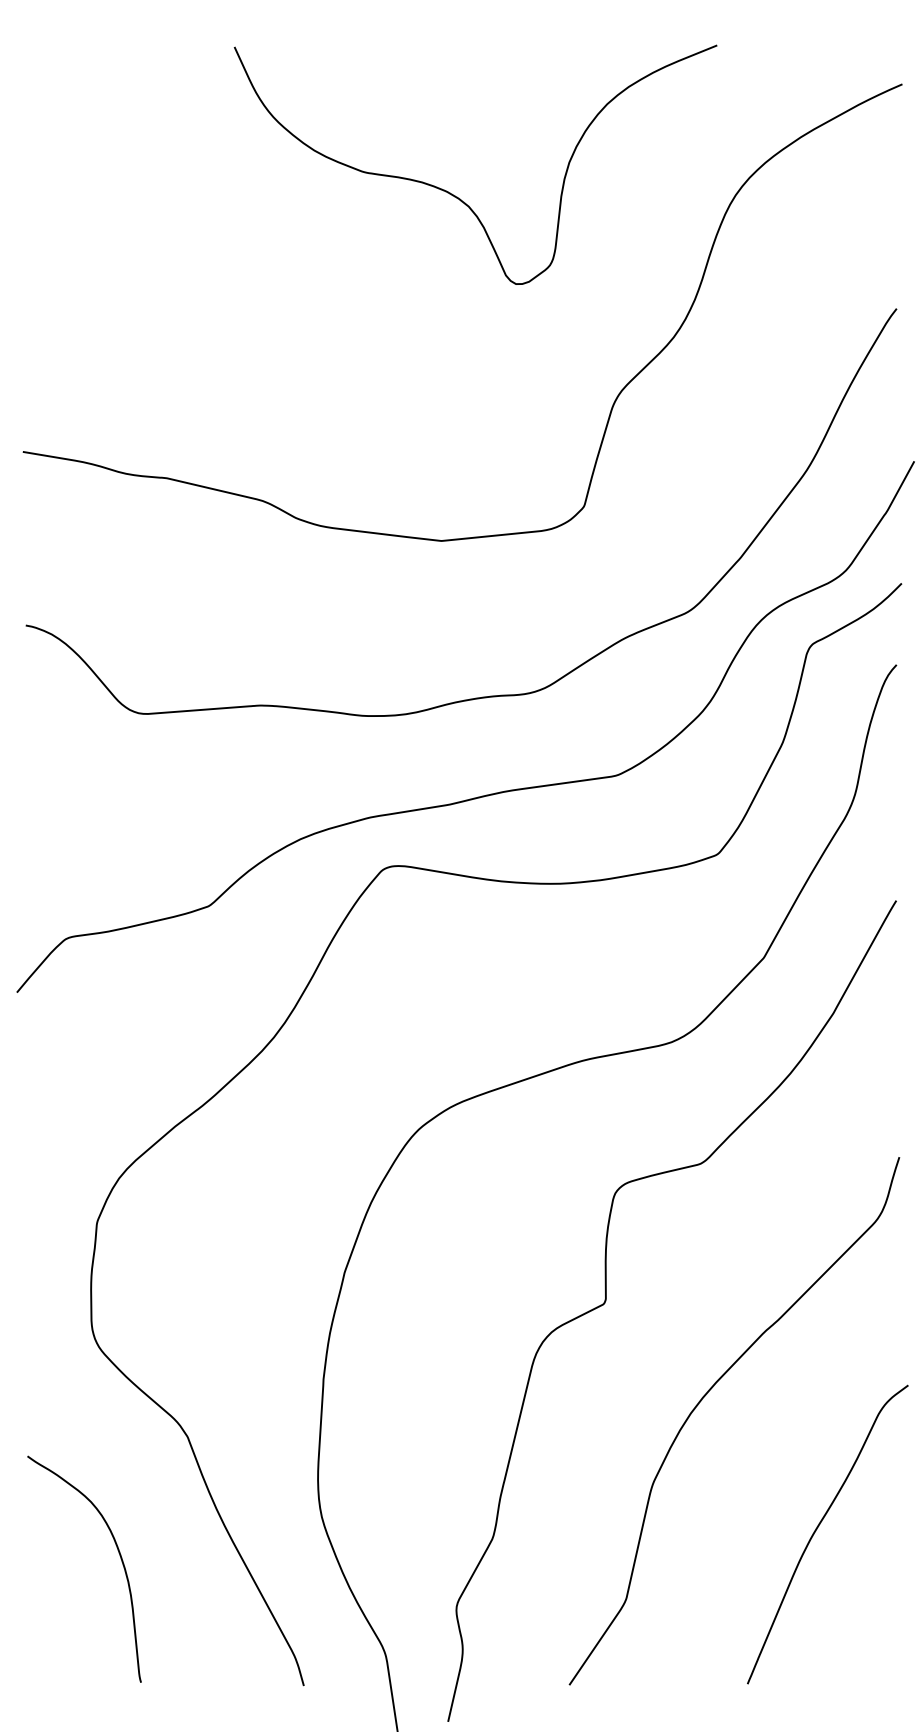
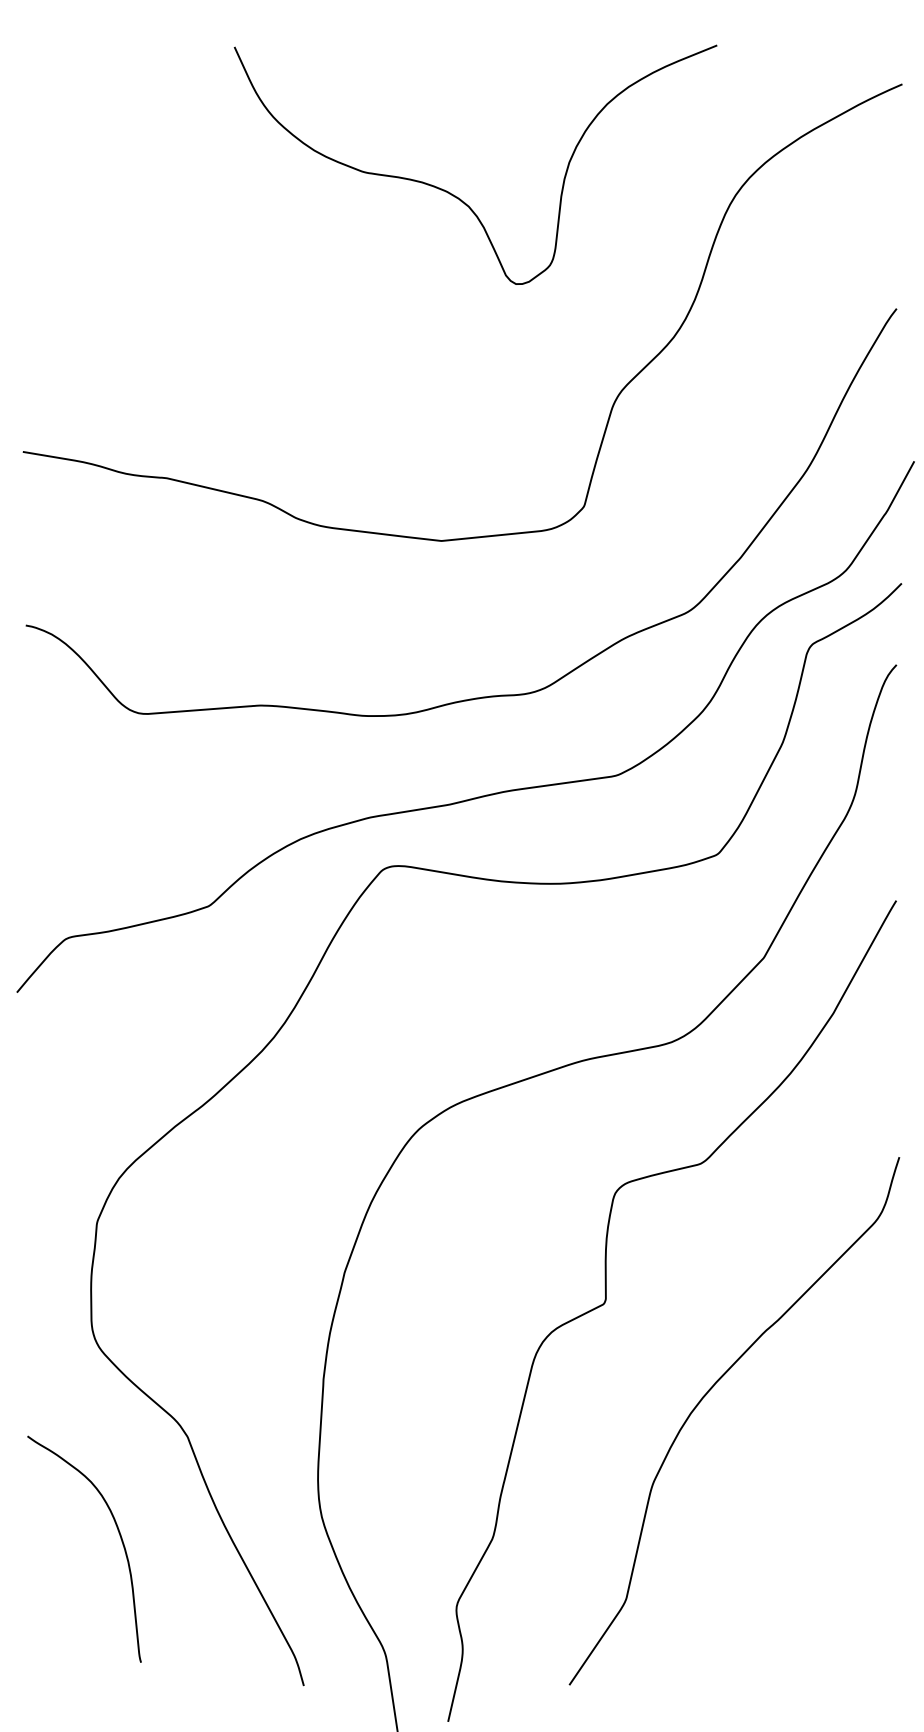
curve at (817, 1529): present -> none
curve at (120, 1559) position: (120, 1559) -> (120, 1539)
